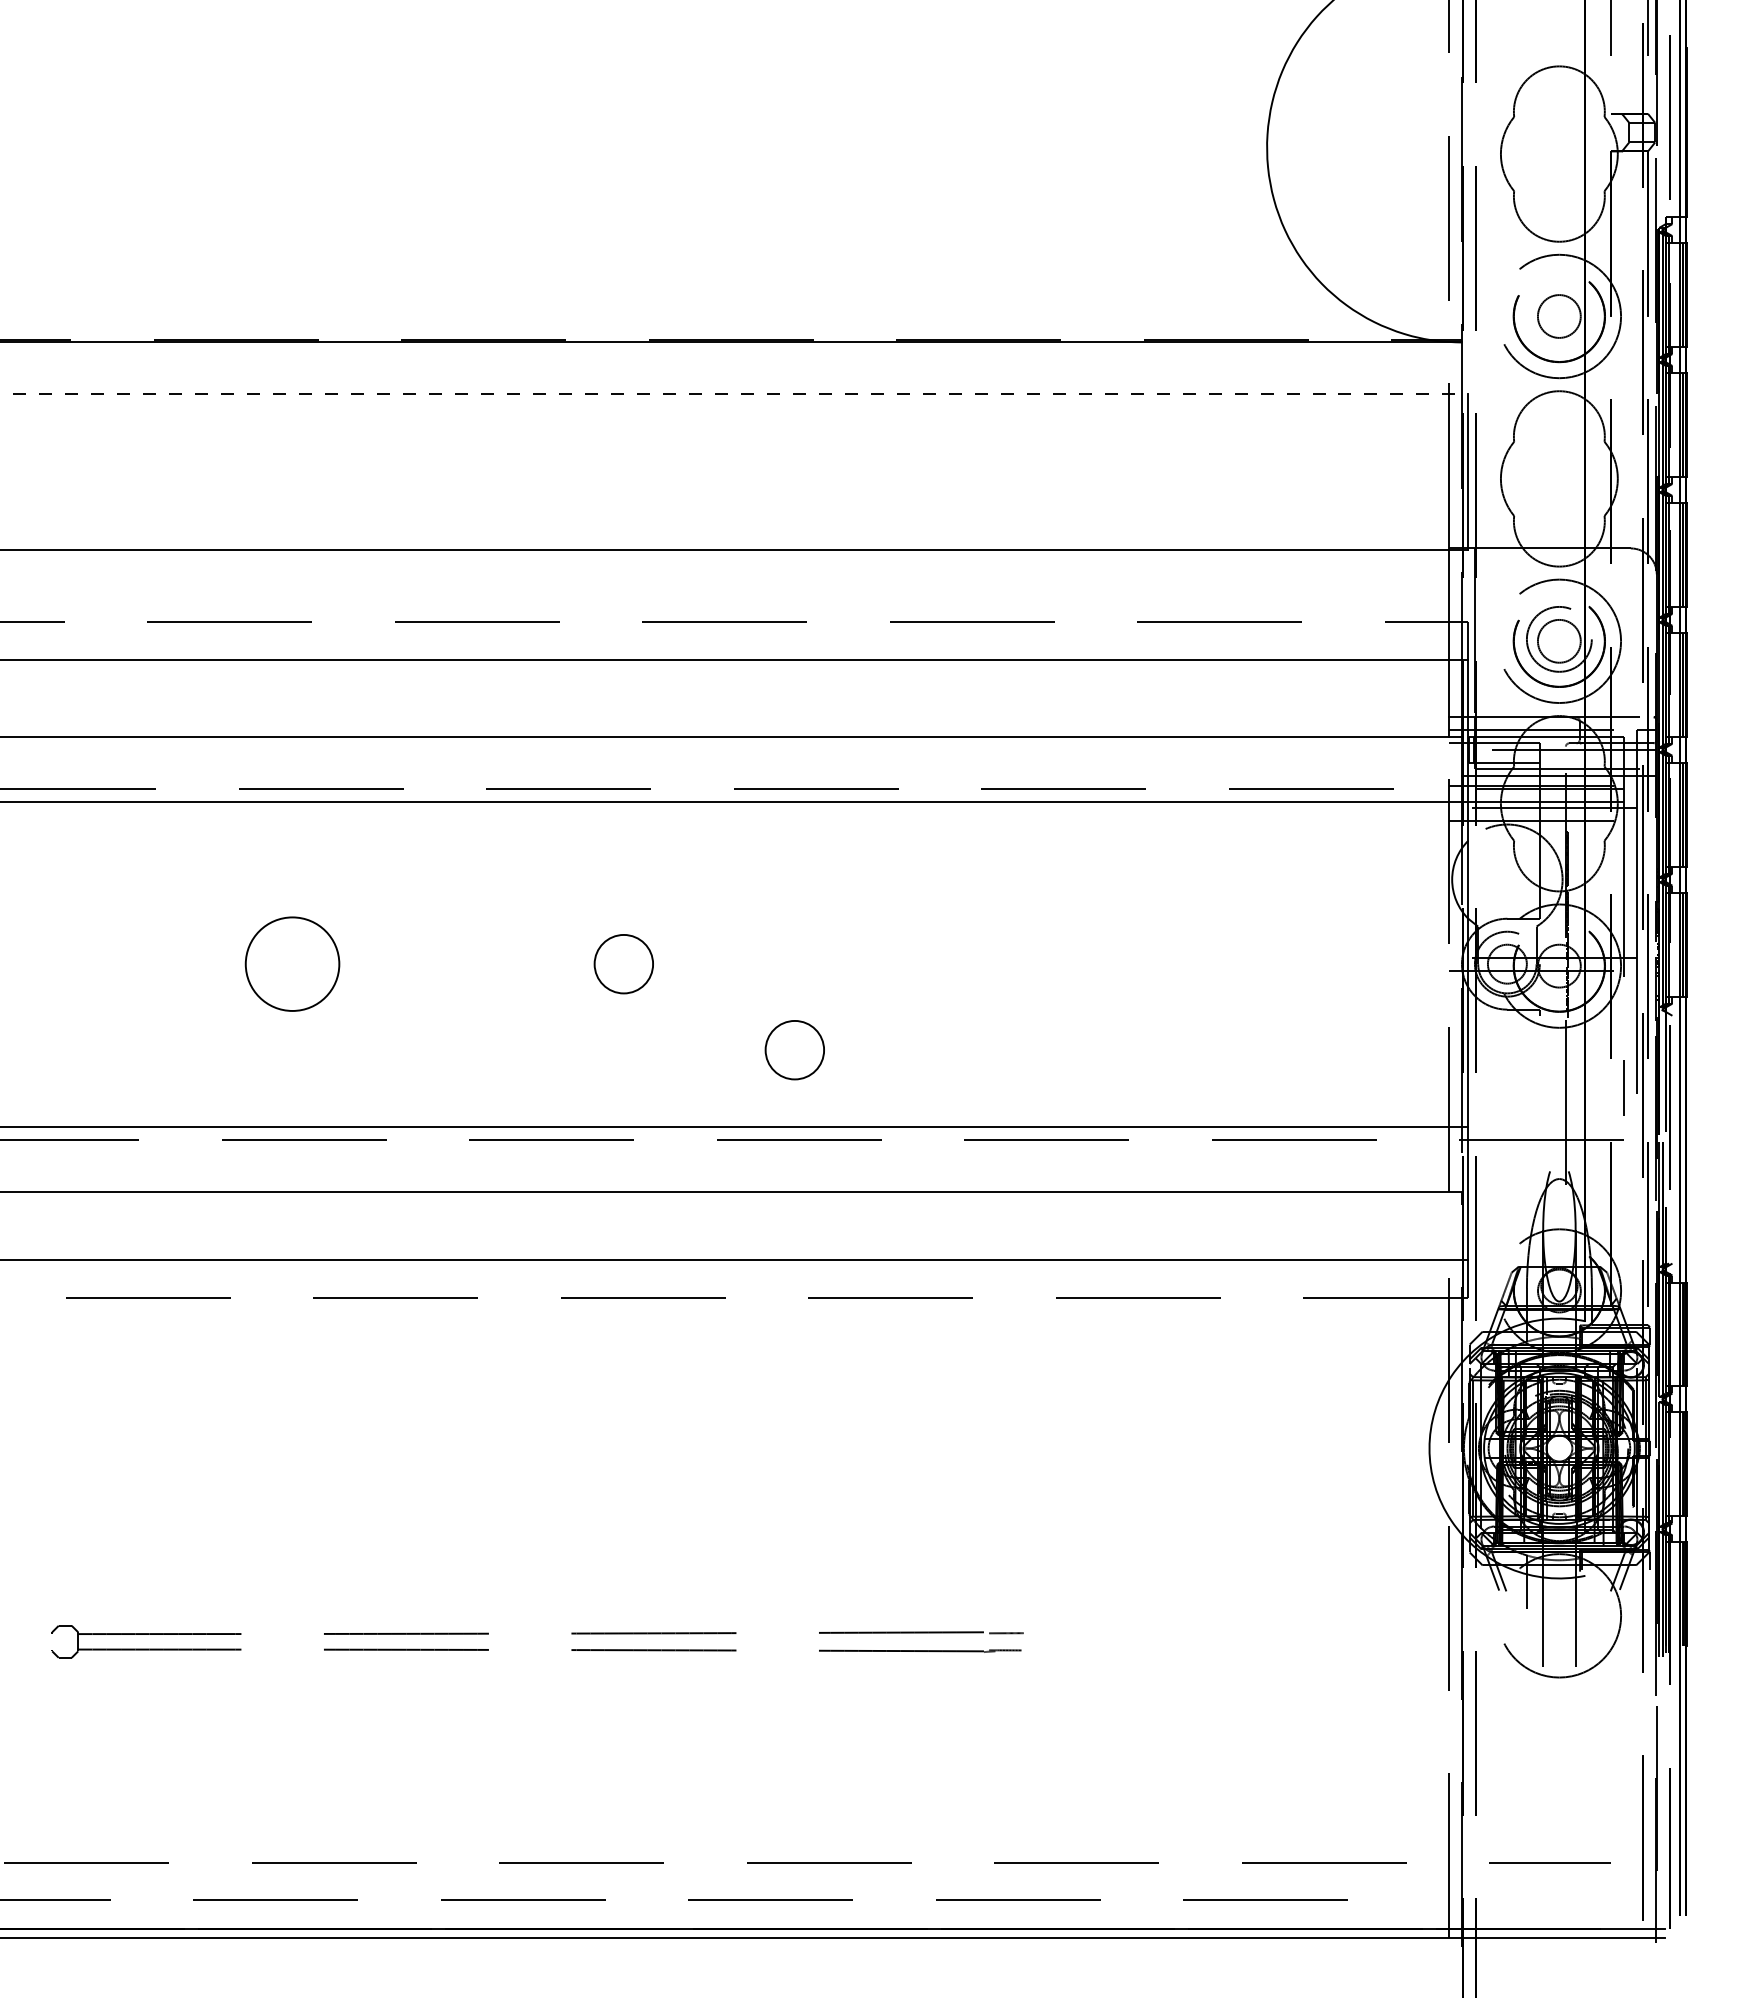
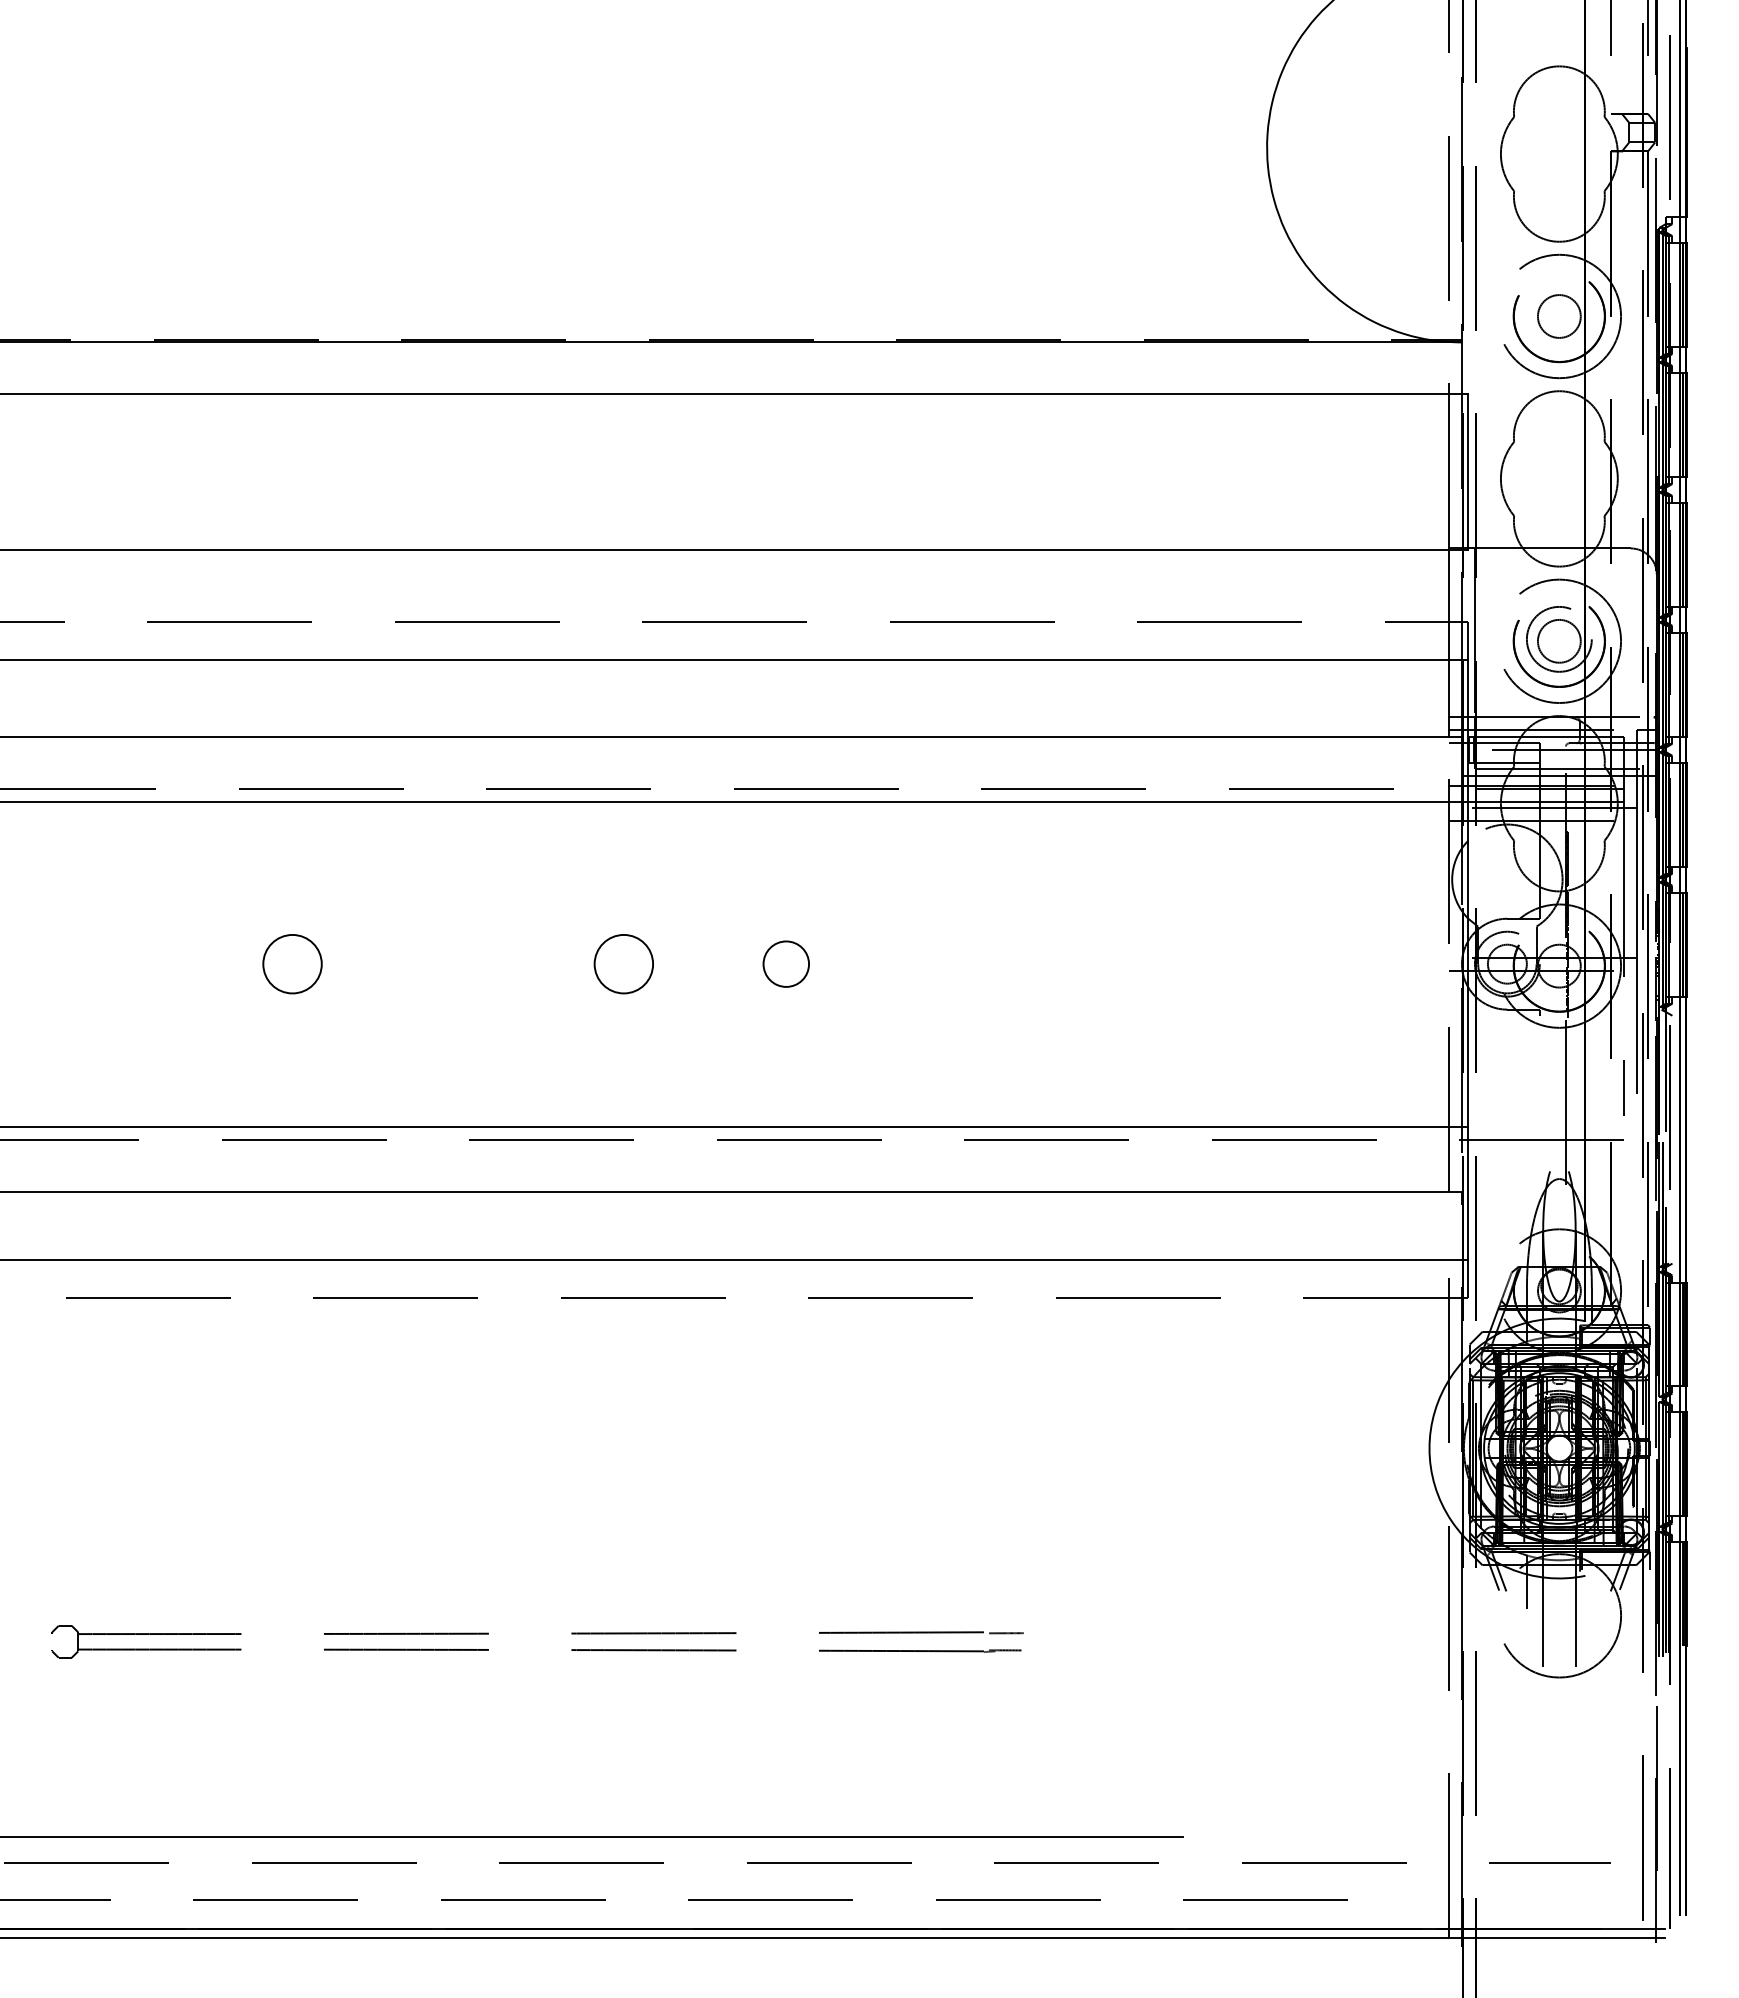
line at (734, 394): dashed -> solid
circle at (292, 963) diameter: 94 px -> 58 px
circle at (785, 963): none -> present
circle at (794, 1050): present -> none
line at (592, 1836): none -> present
